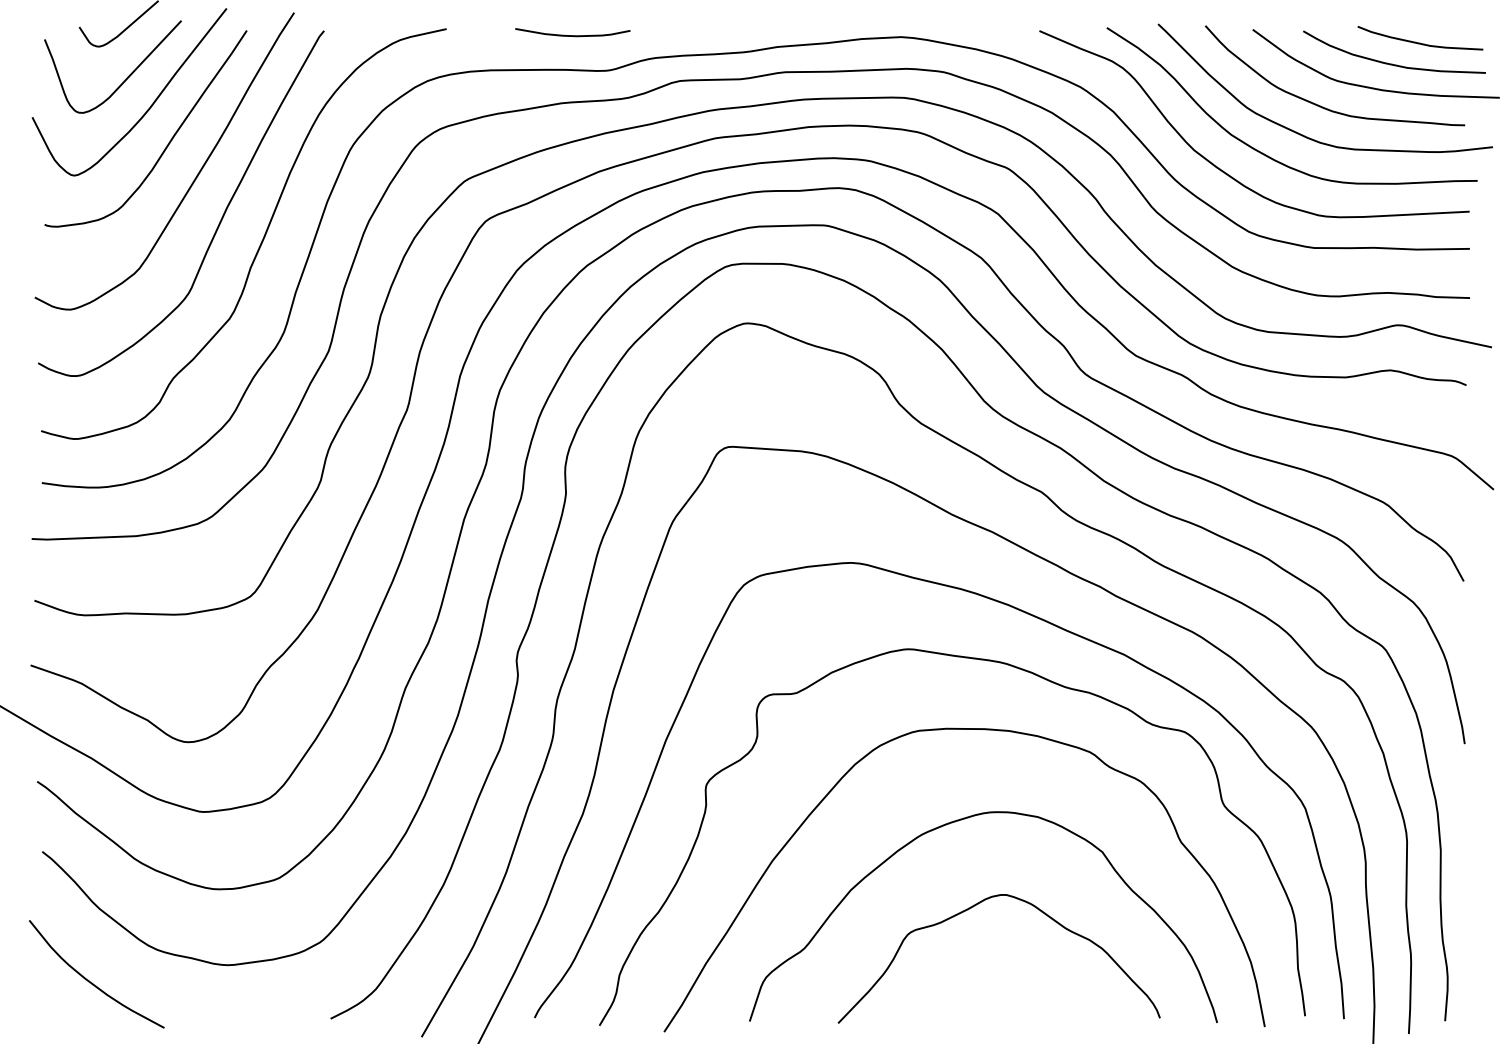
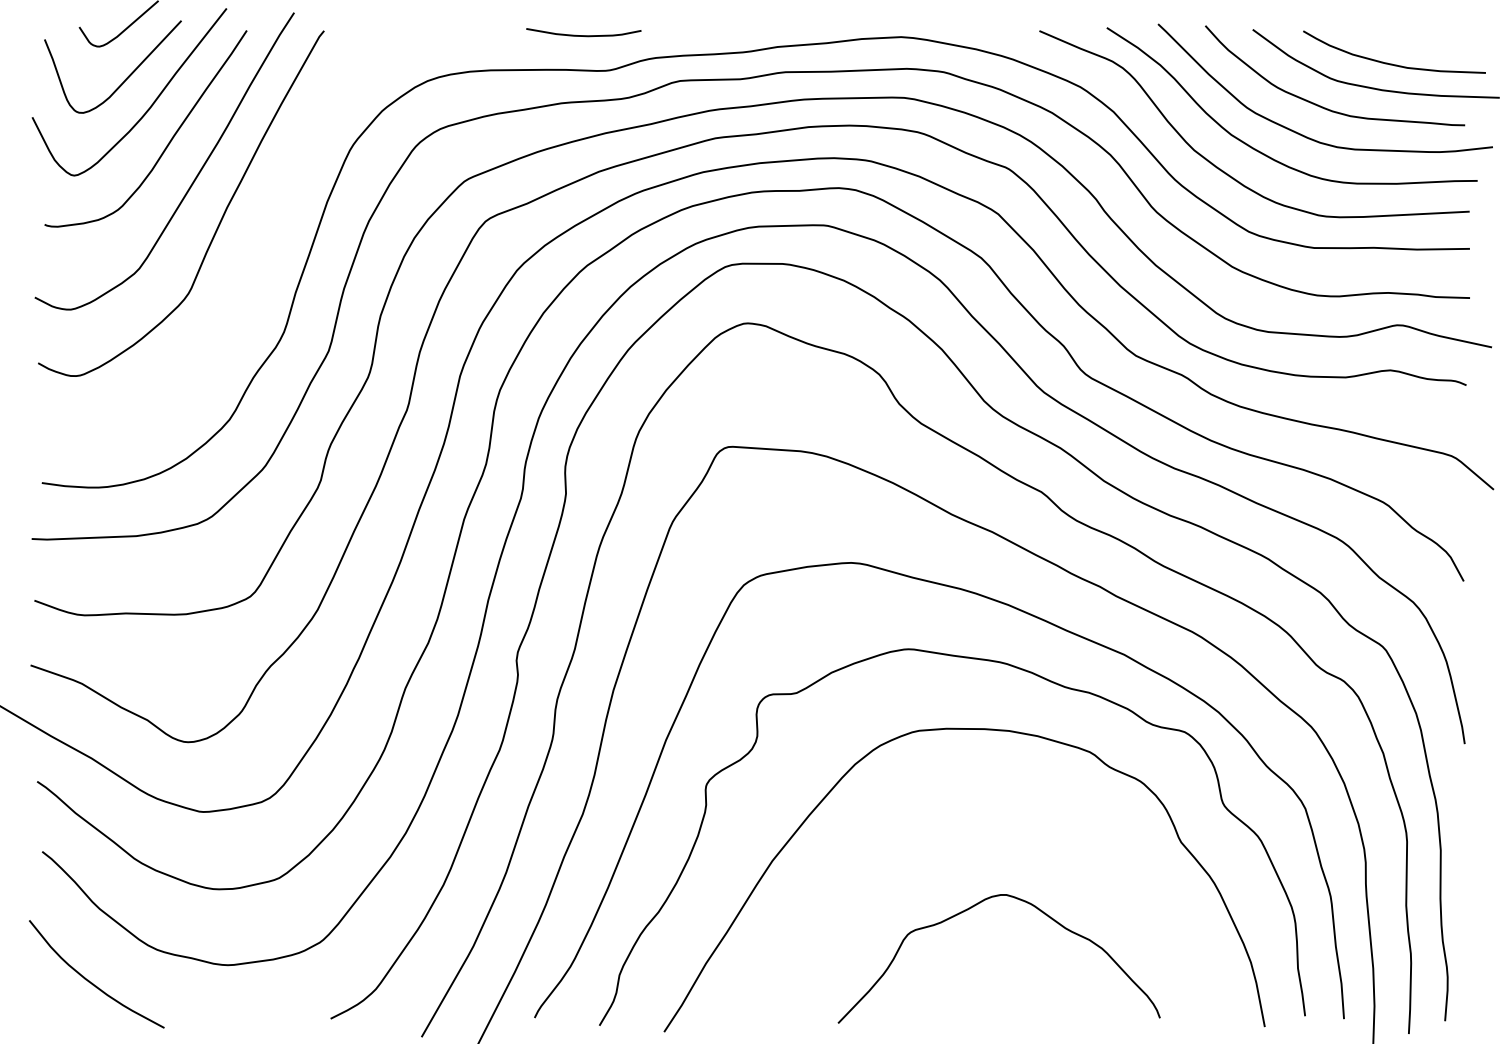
curve at (572, 35) position: (572, 35) -> (583, 35)
curve at (1420, 42): present -> none
curve at (261, 240): present -> none
curve at (952, 823): present -> none
